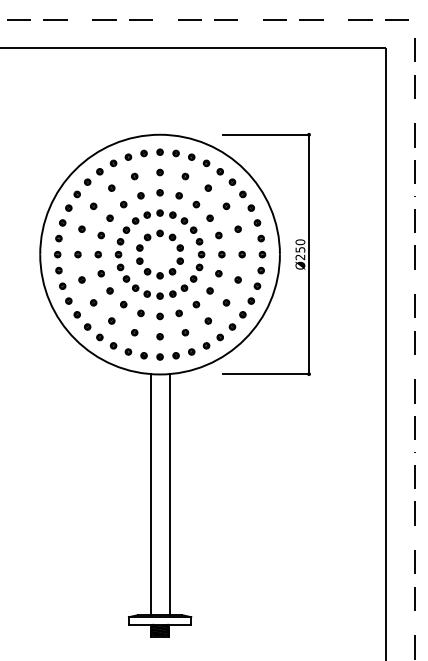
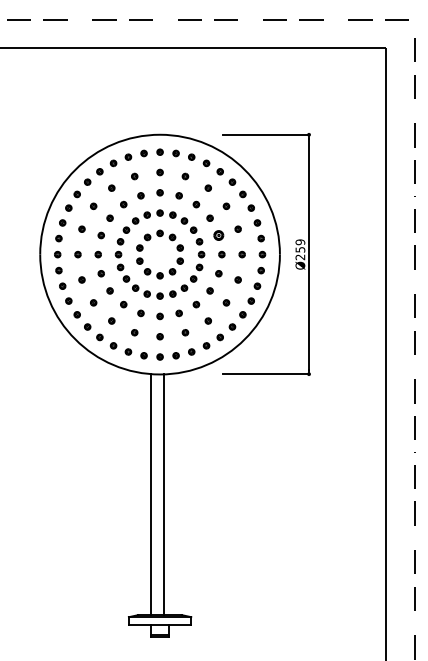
part at (218, 235) size: 8x9 px -> 12x11 px
text at (300, 242): Ø250 -> Ø259
line at (169, 494) position: (169, 494) -> (163, 494)
hatch at (159, 629): present -> none
